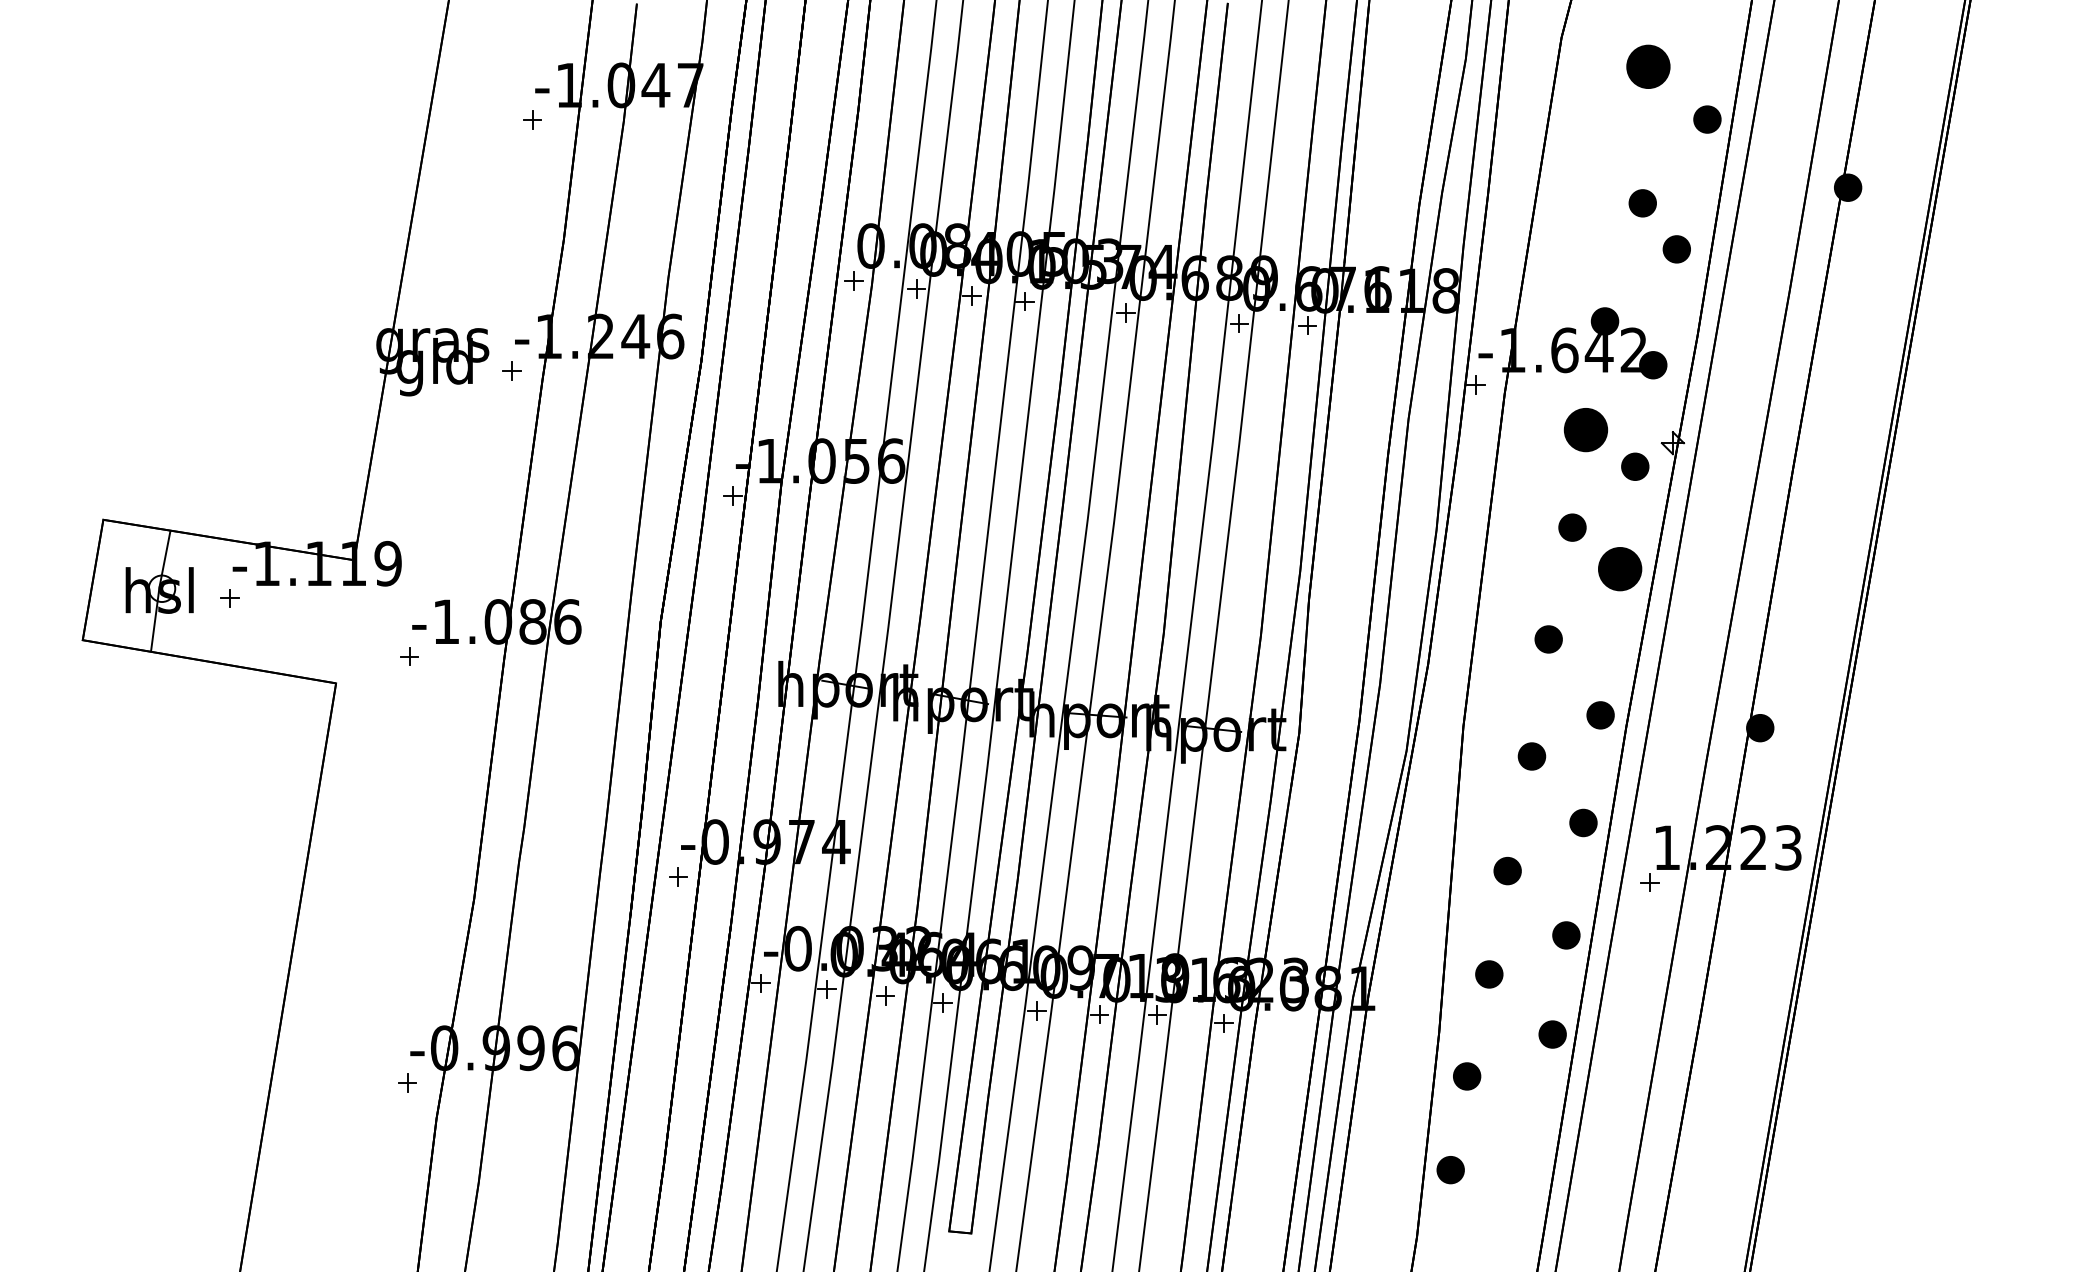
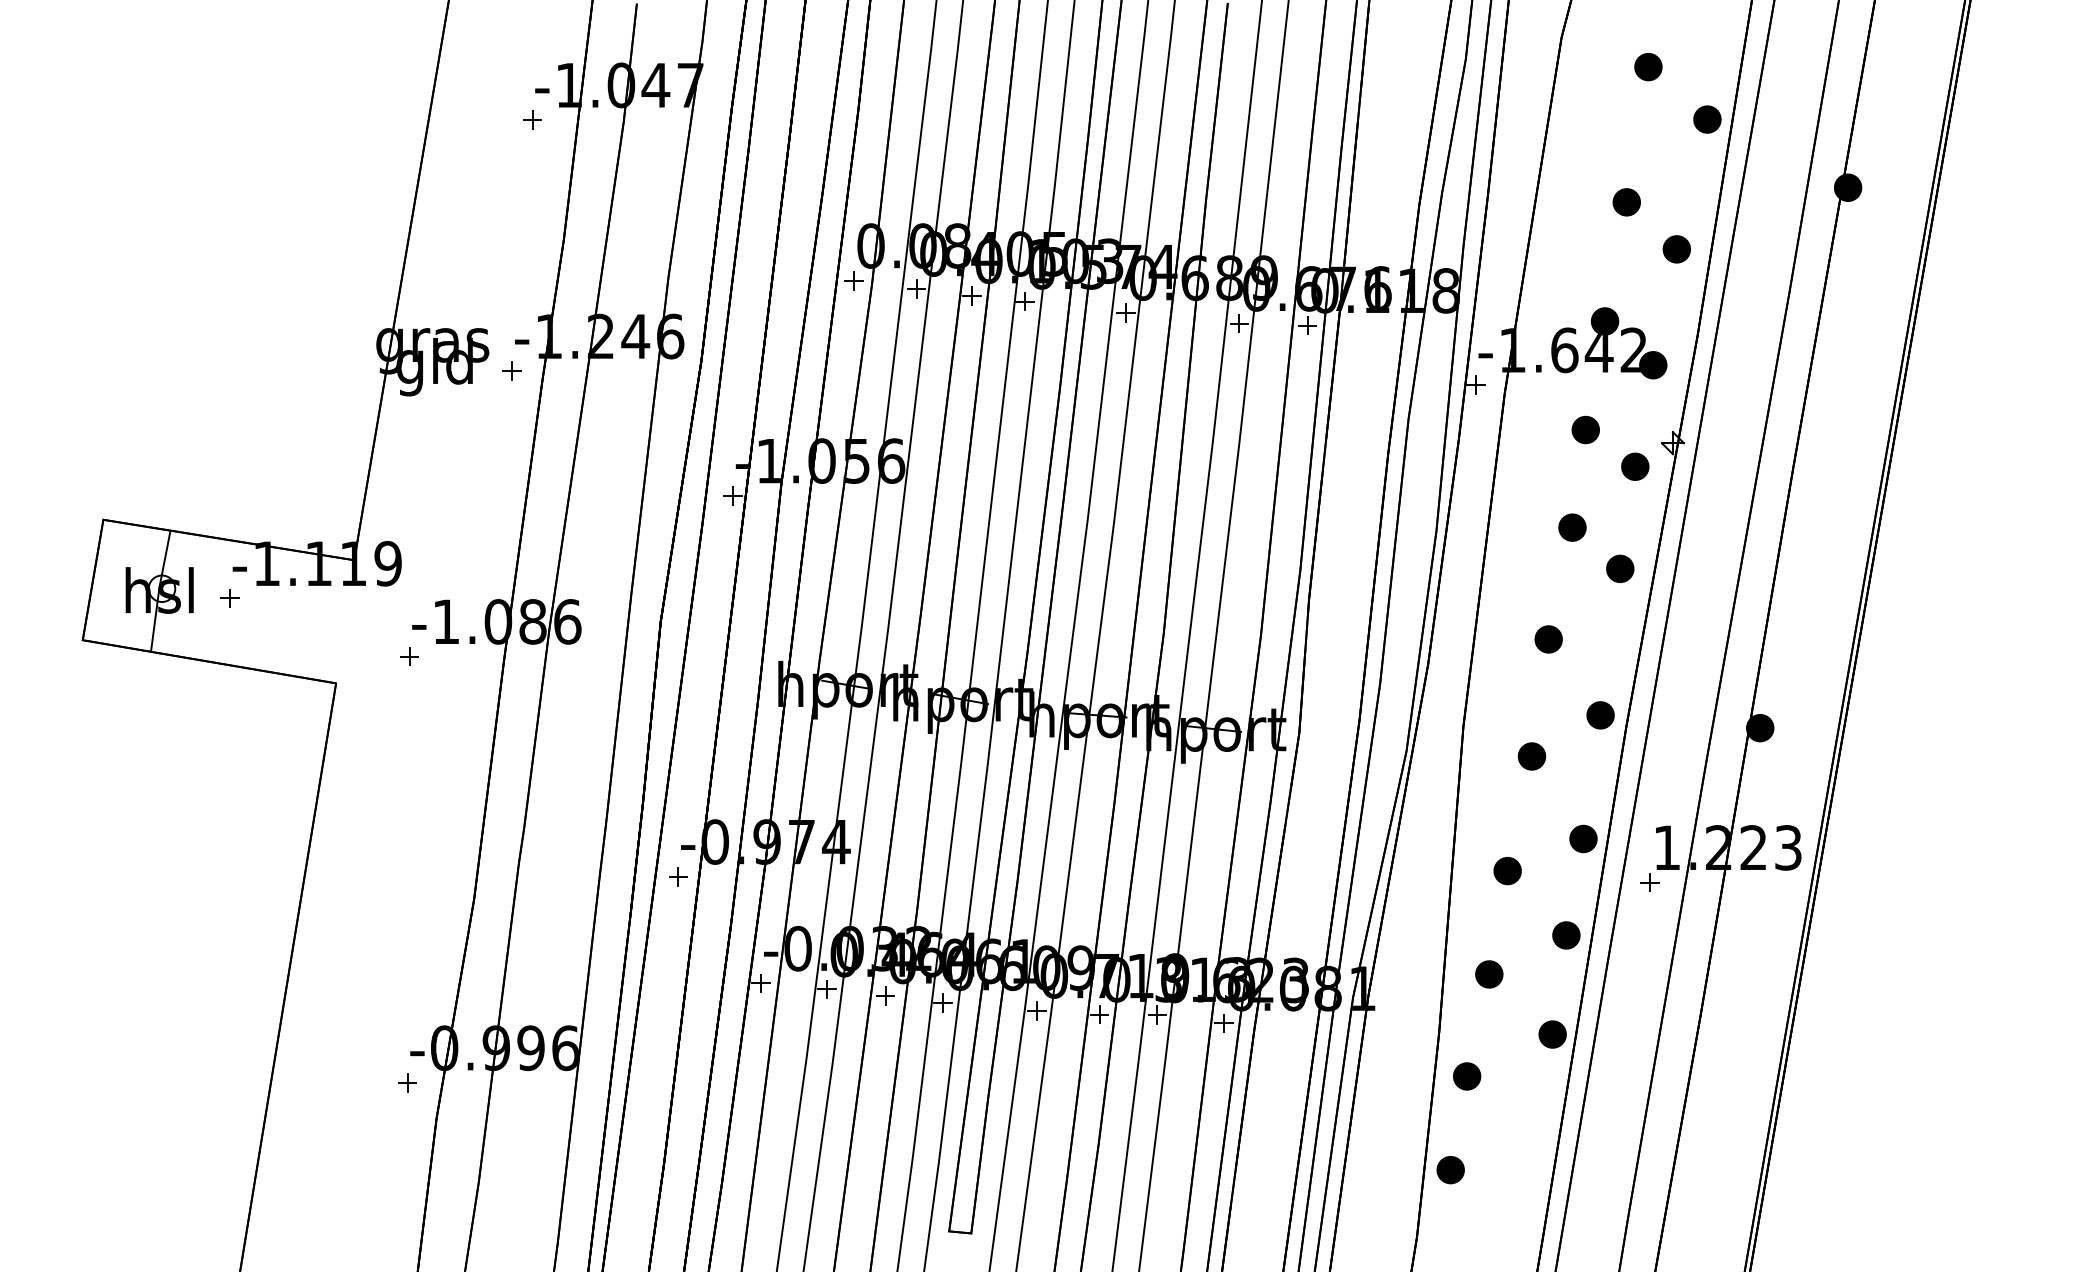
part at (1648, 66) size: 45x45 px -> 29x29 px
part at (1642, 203) position: (1642, 203) -> (1626, 202)
part at (1585, 430) size: 46x45 px -> 29x30 px
part at (1620, 569) size: 45x45 px -> 29x29 px
part at (1583, 822) position: (1583, 822) -> (1583, 838)
